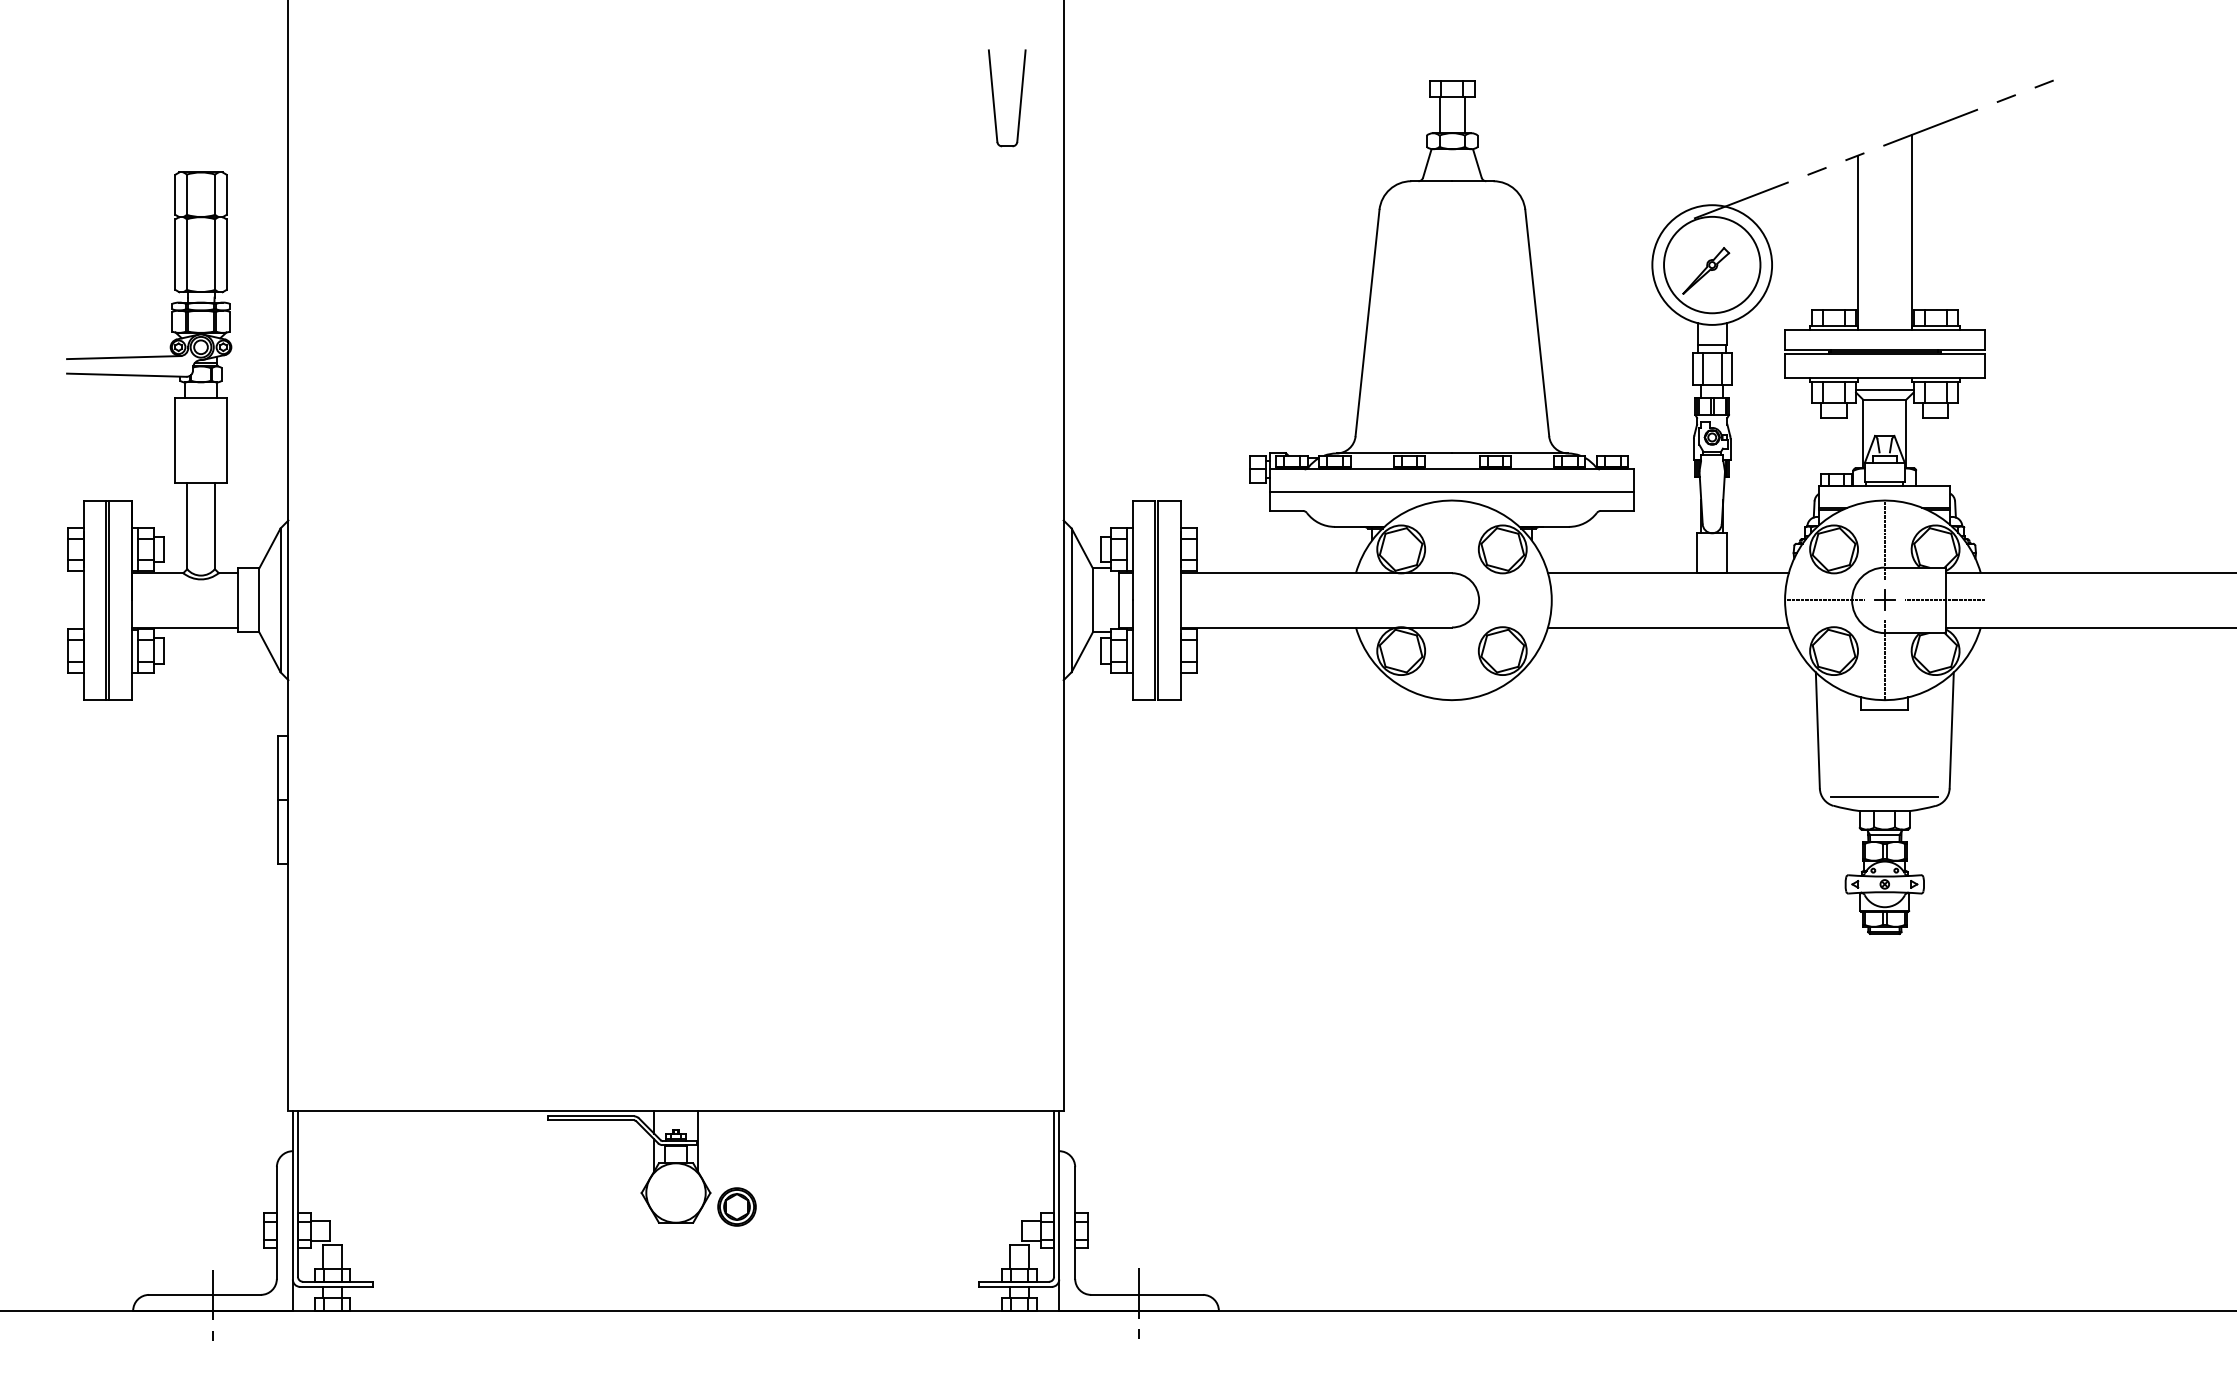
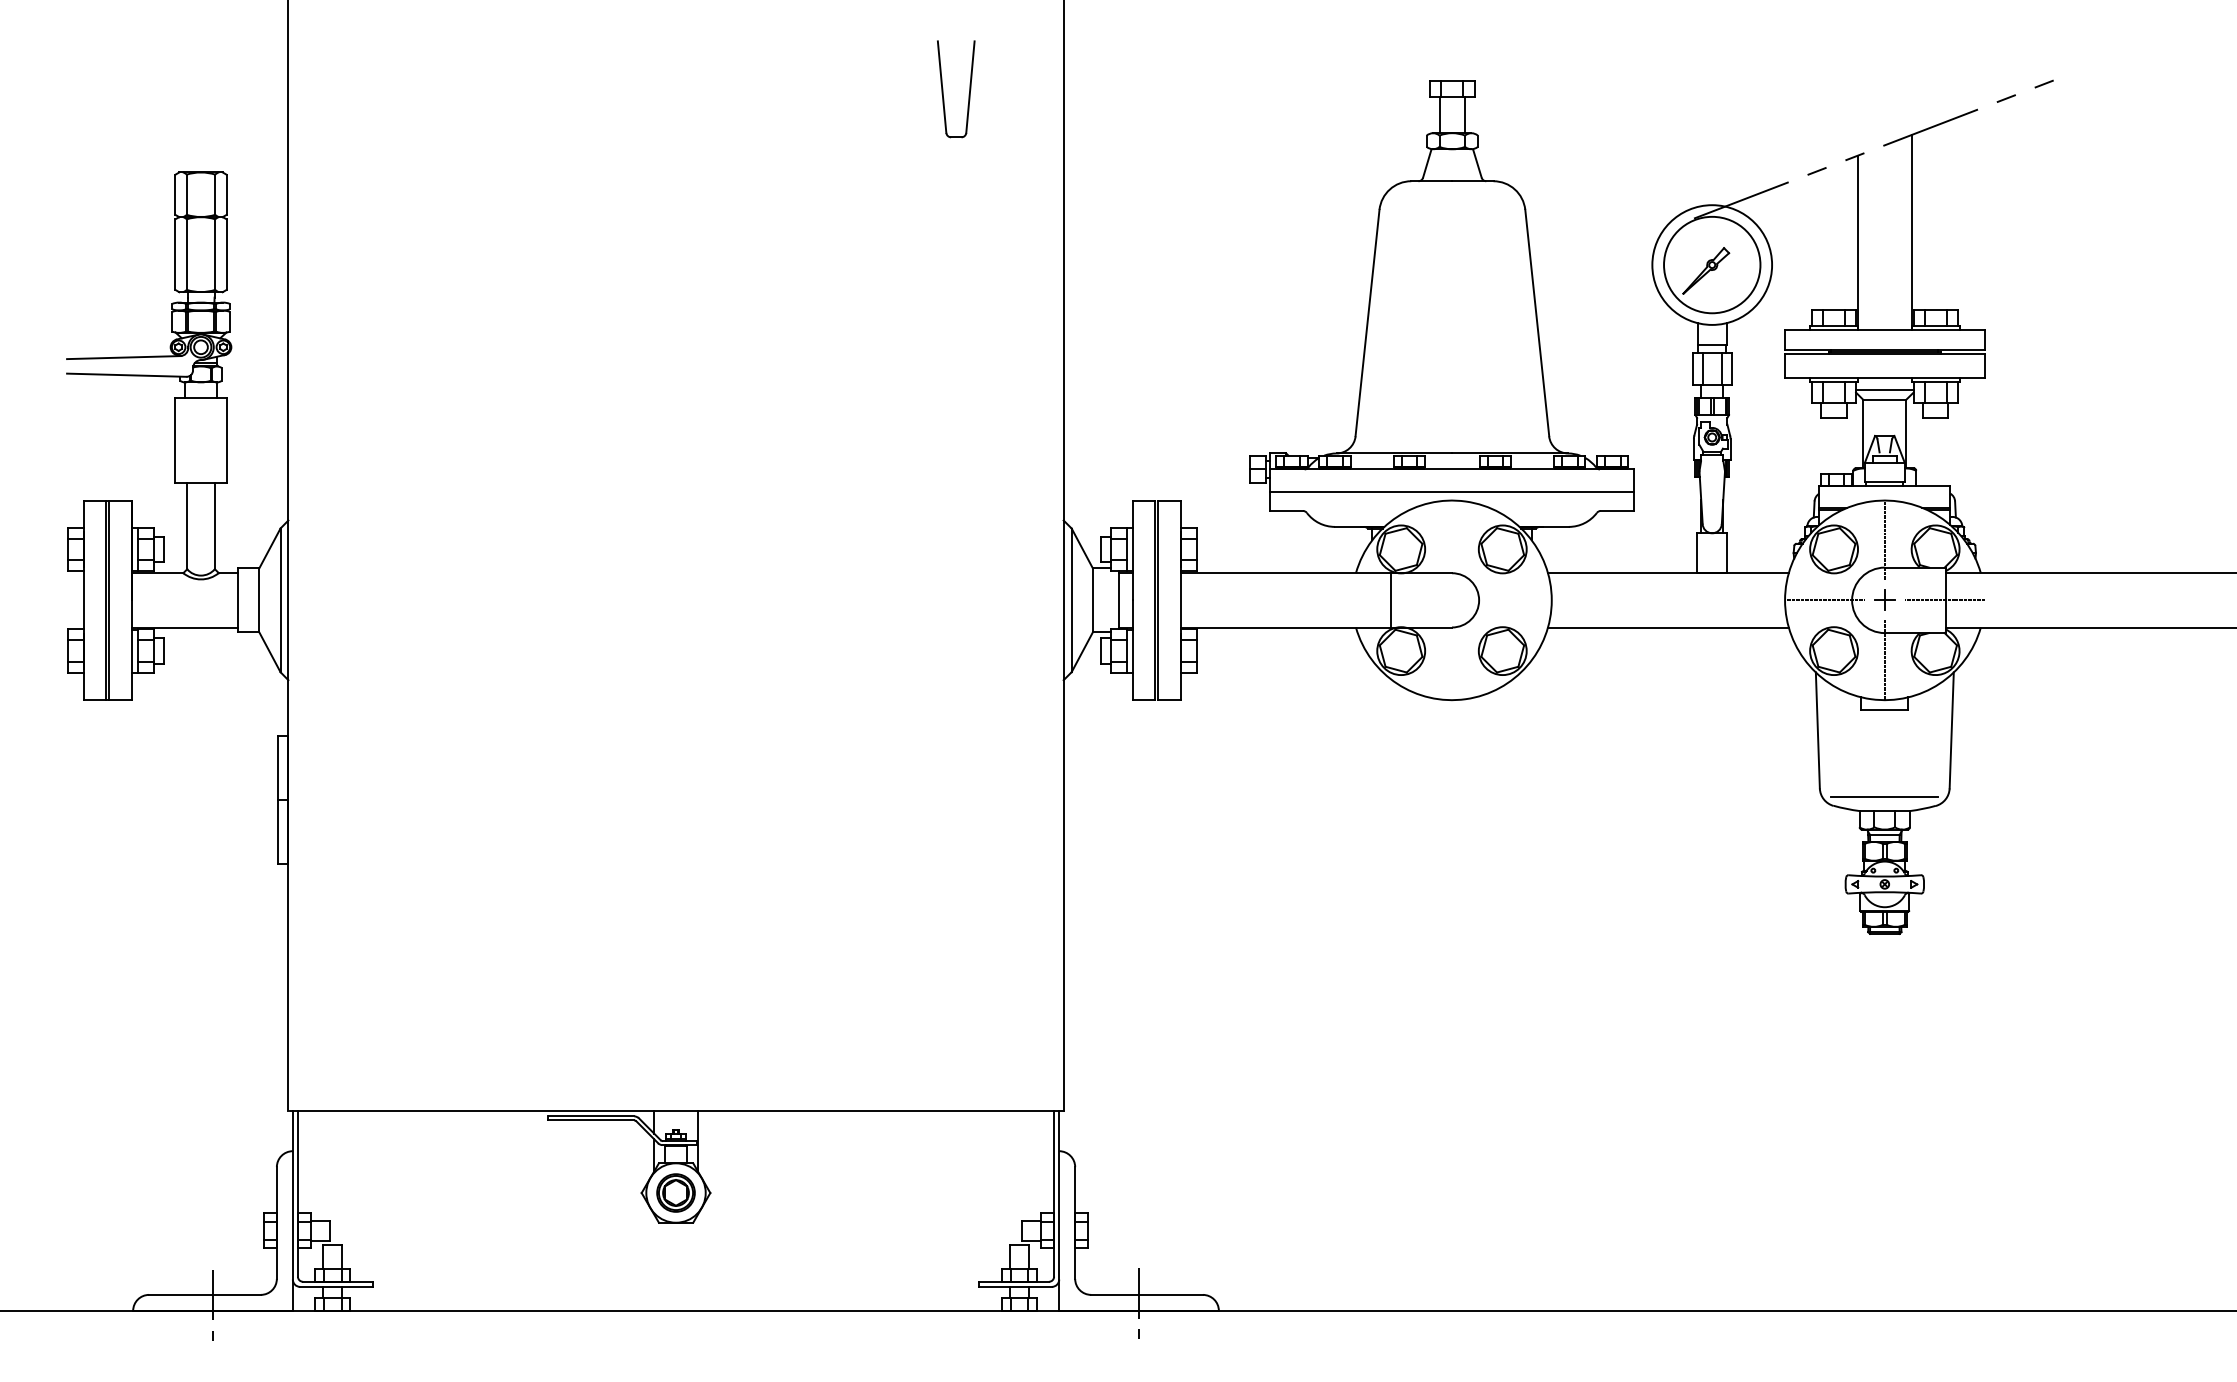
part at (994, 98) position: (994, 98) -> (943, 89)
line at (1391, 600): none -> present
part at (736, 1206) position: (736, 1206) -> (675, 1192)
